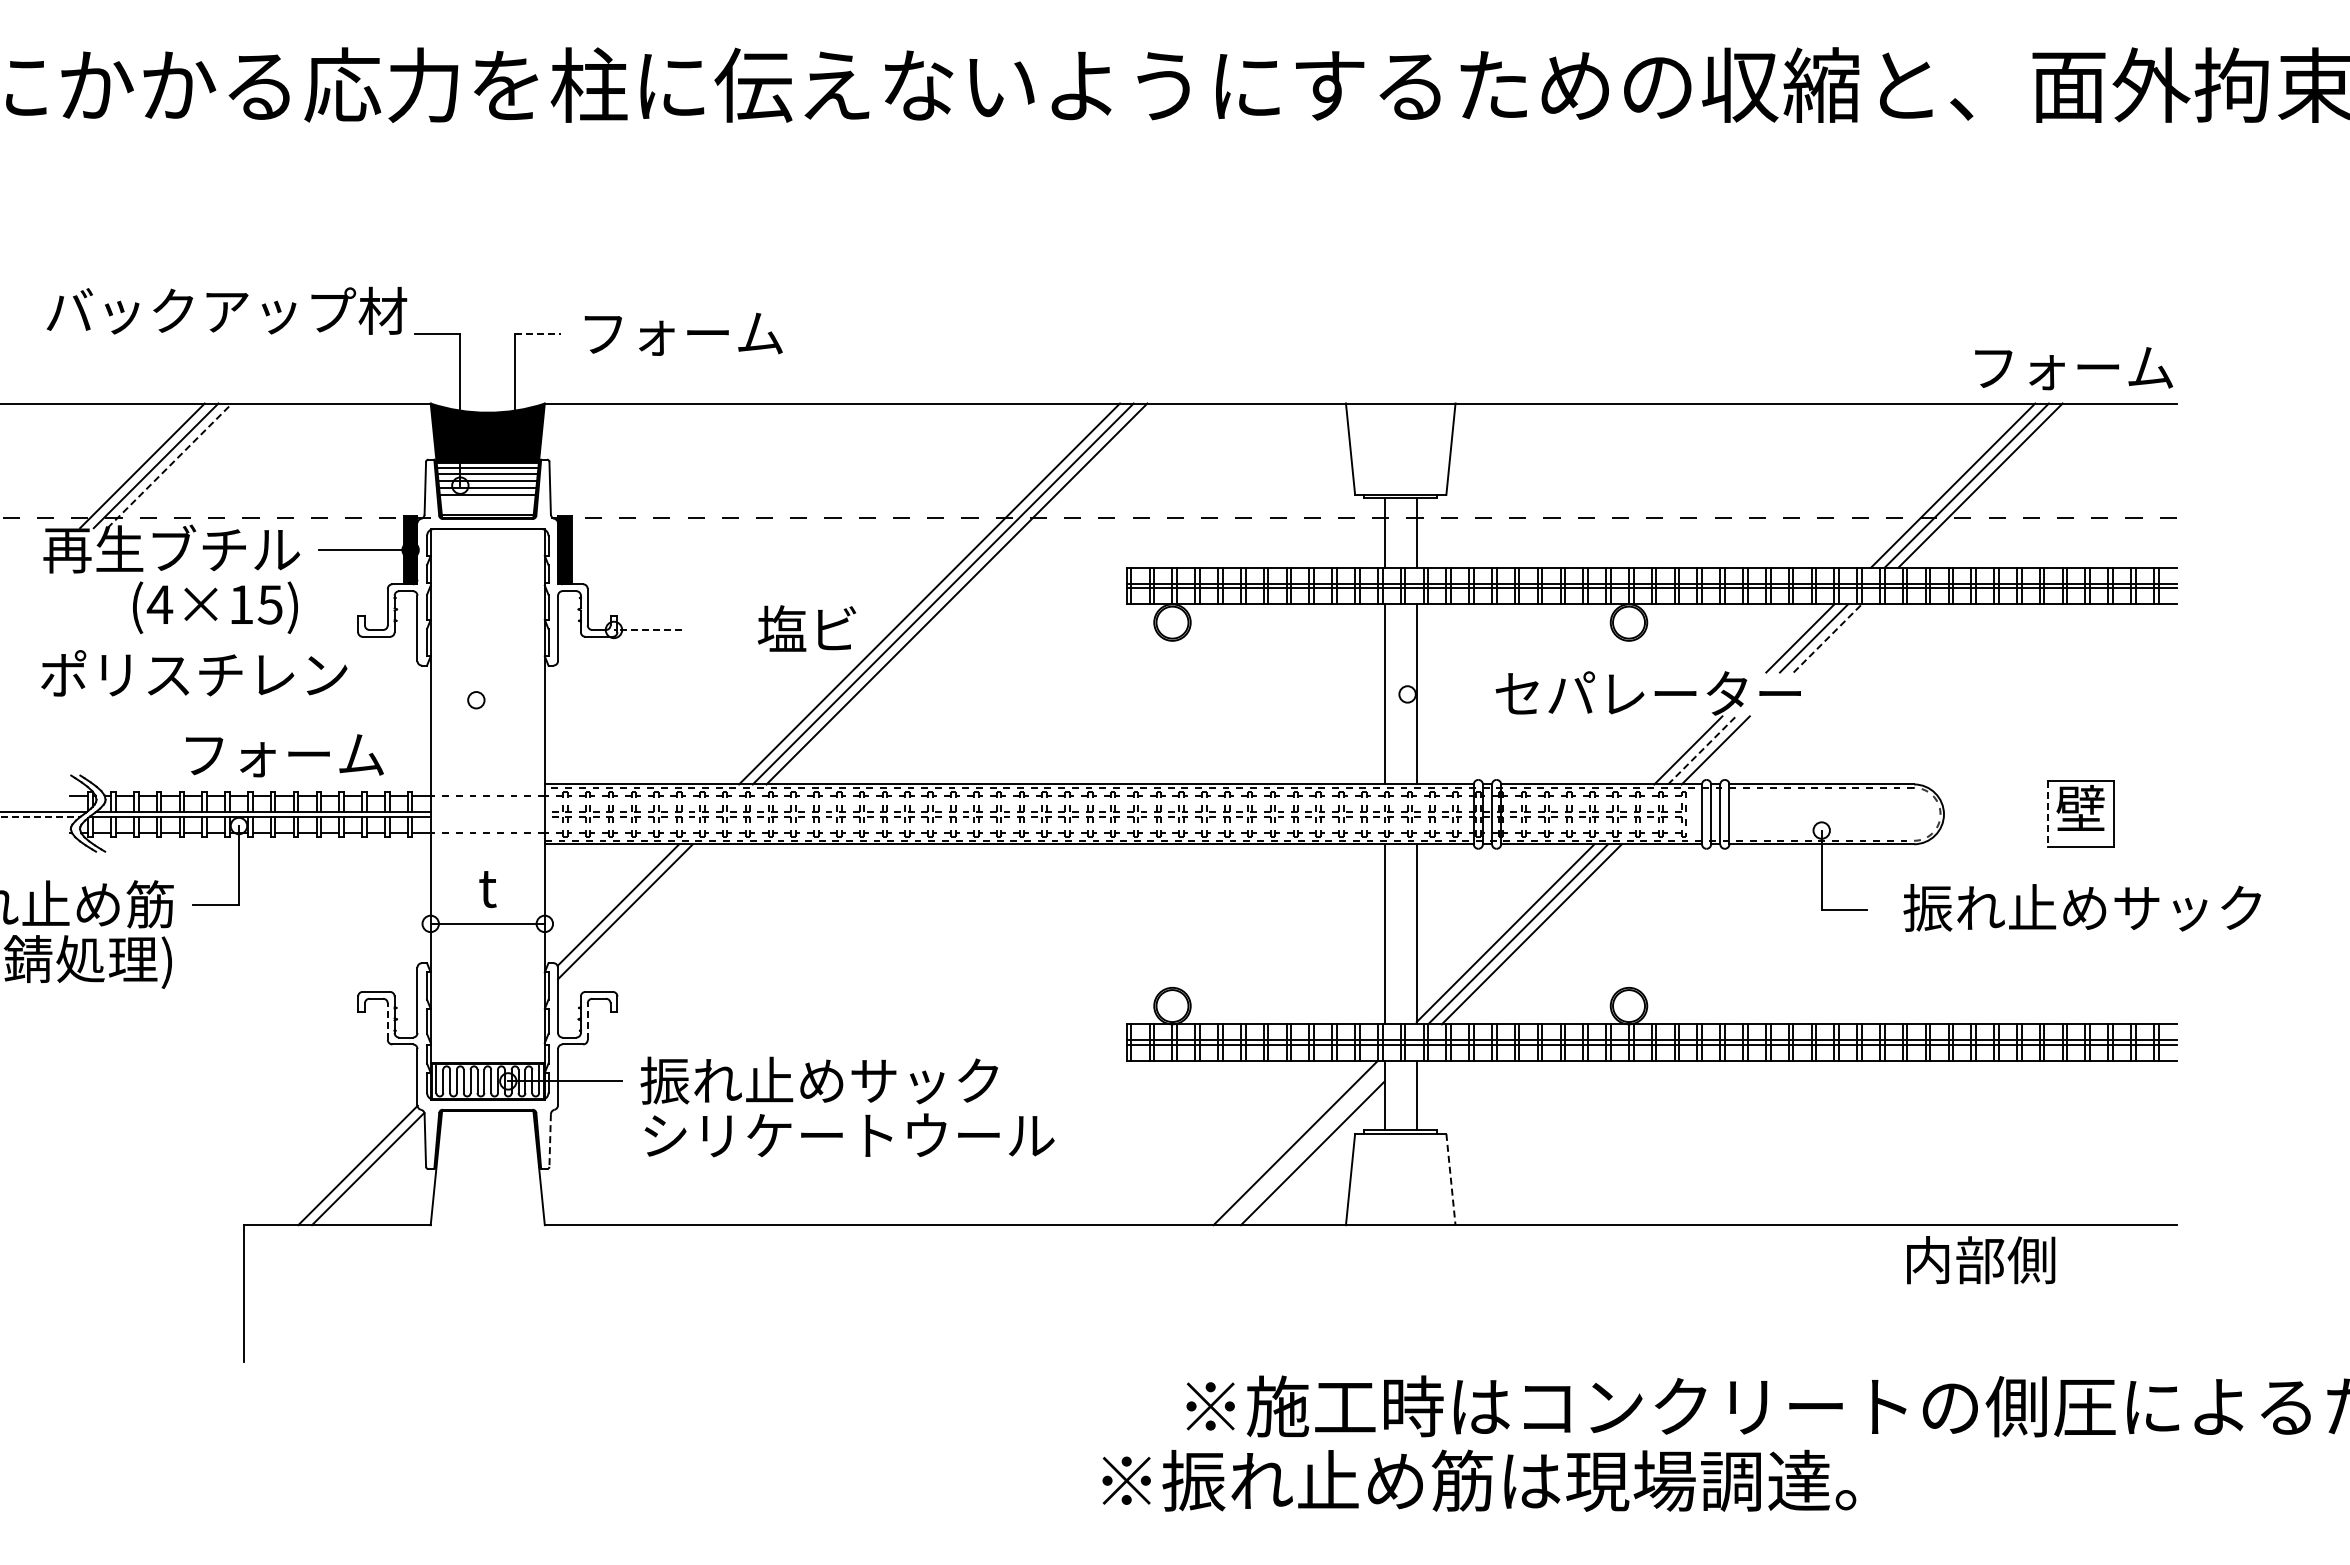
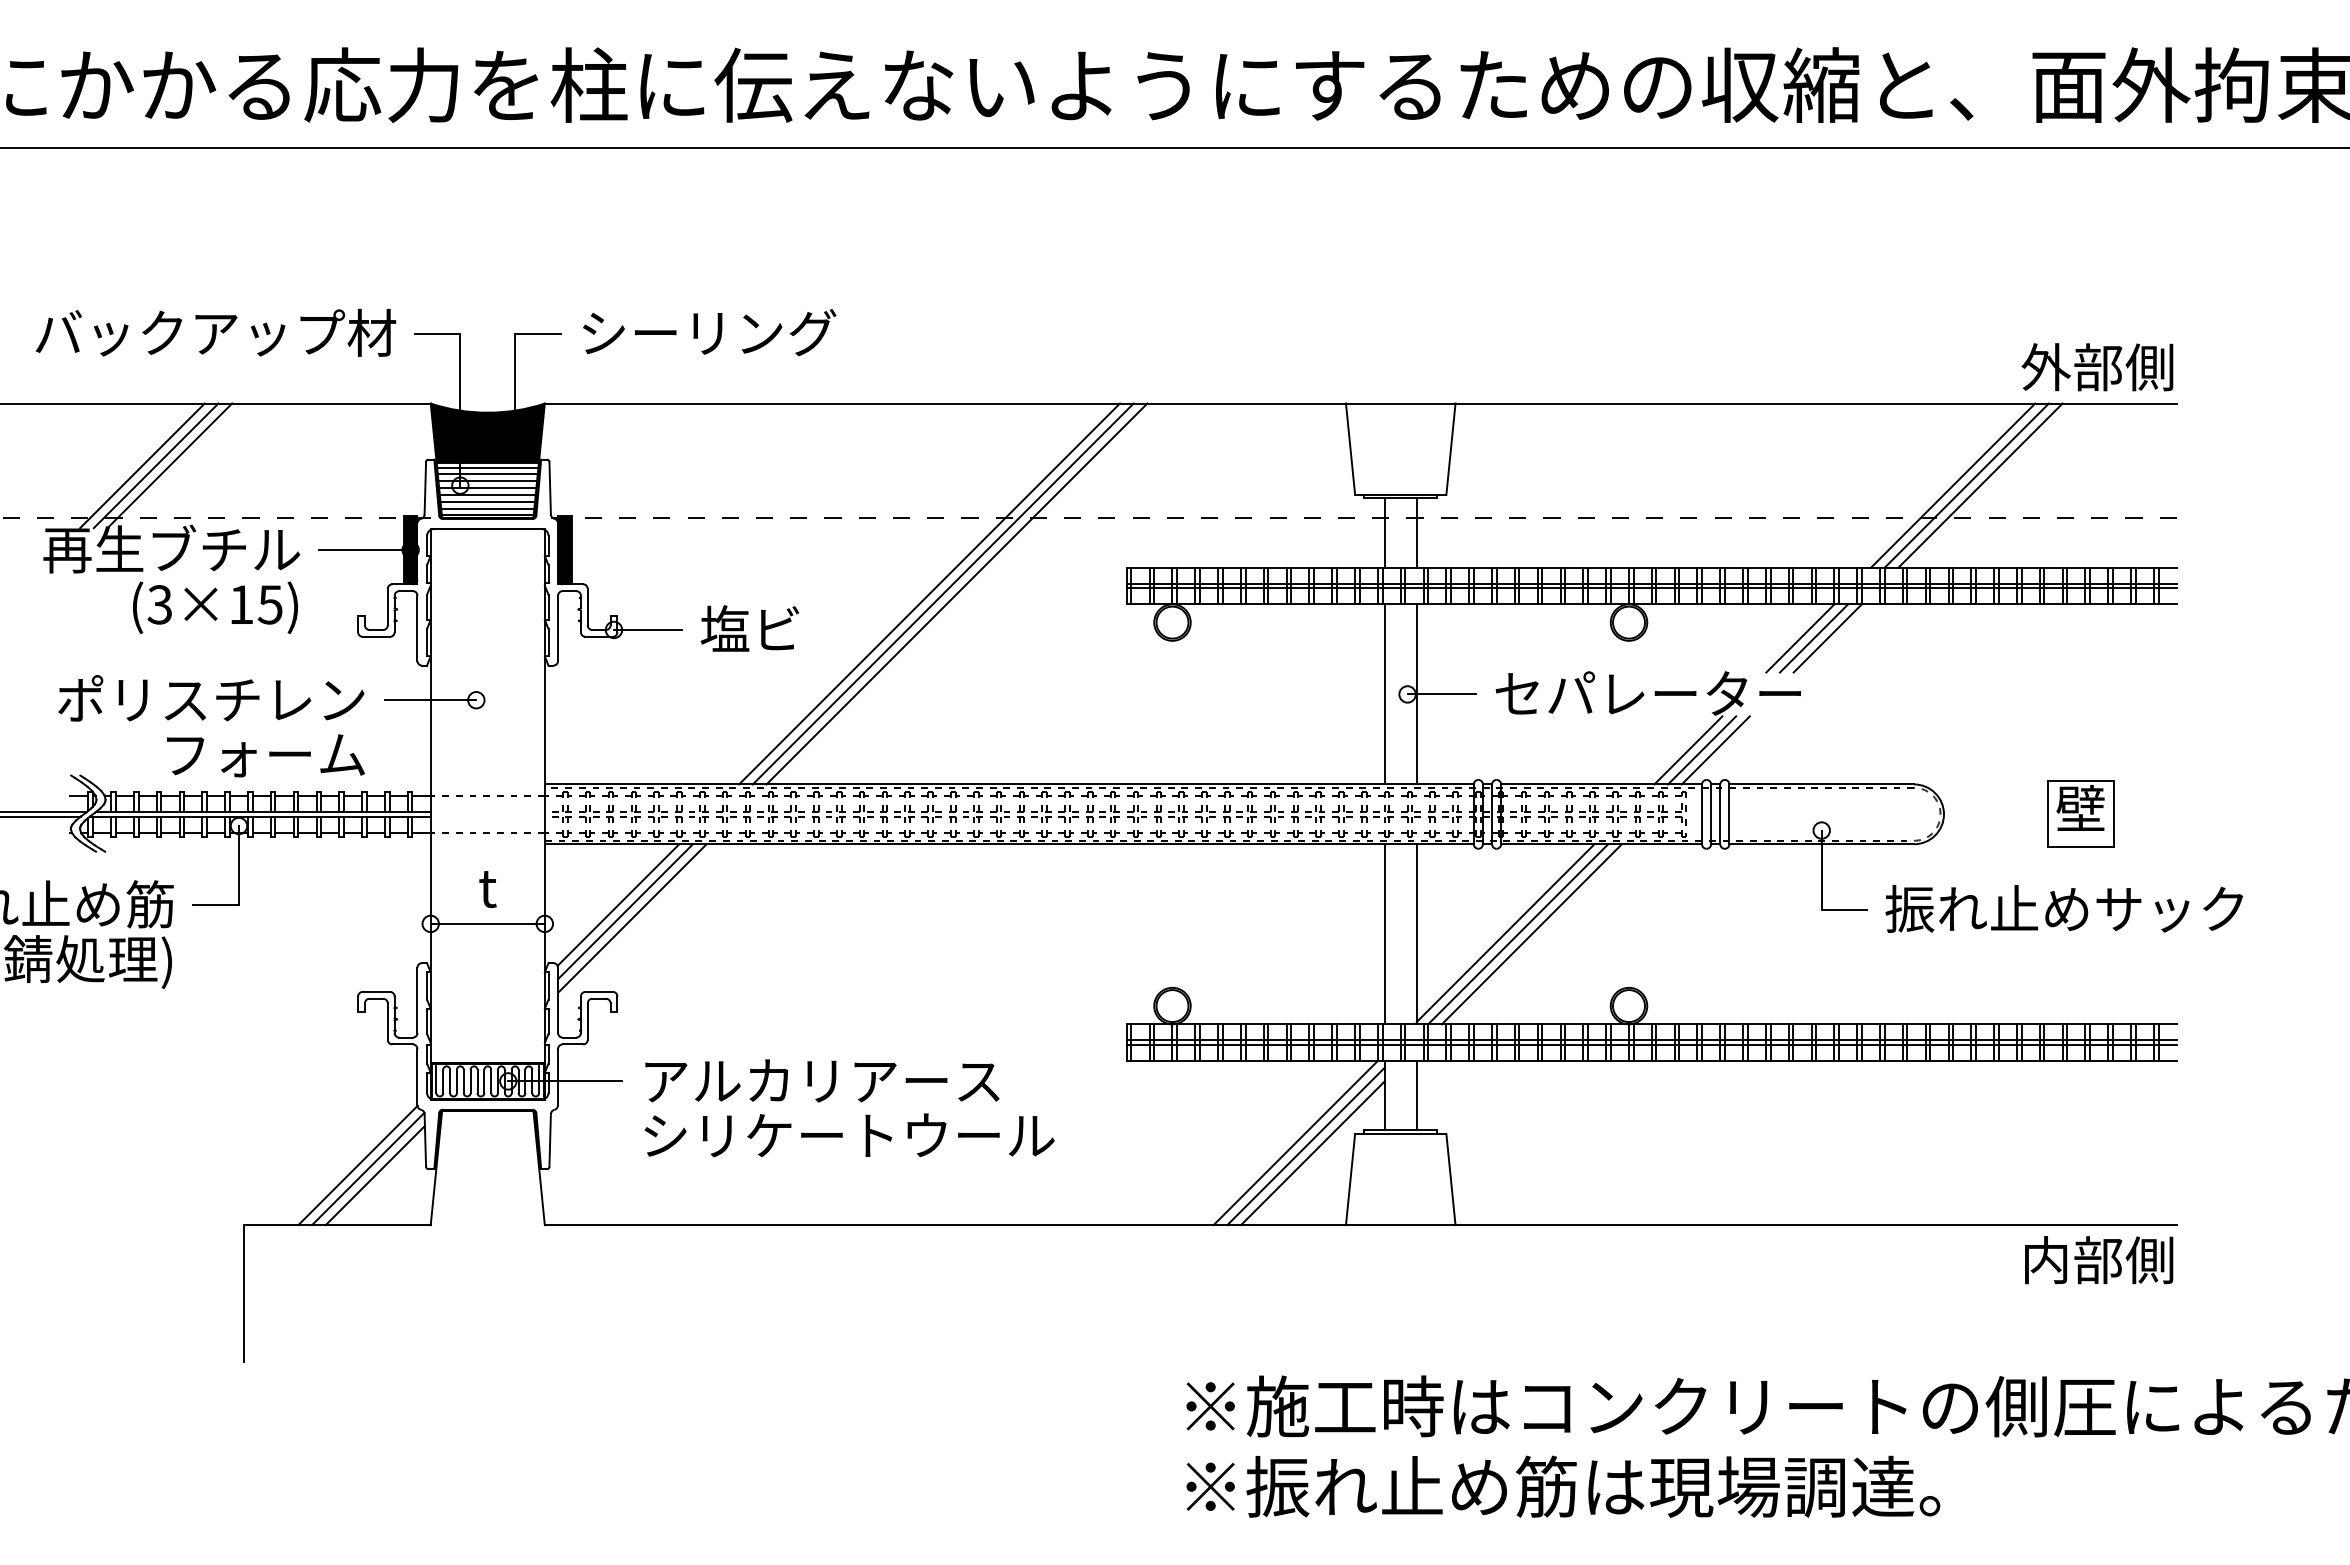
line at (1174, 147): none -> present
text at (226, 310) position: (226, 310) -> (215, 332)
text at (709, 332): フォーム -> シーリング
line at (537, 333): dashed -> solid
text at (2074, 367): フォーム -> 外部側
line at (170, 465): dashed -> solid
line at (487, 501): none -> present
line at (487, 508): none -> present
text at (159, 604): (4×15) -> (3×15)
text at (806, 628) position: (806, 628) -> (749, 628)
line at (647, 629): dashed -> solid
line at (1828, 638): dashed -> solid
text at (194, 673) position: (194, 673) -> (211, 698)
line at (1441, 694): none -> present
line at (430, 700): none -> present
line at (1702, 750): dashed -> solid
text at (284, 755) position: (284, 755) -> (265, 755)
line at (2048, 814): dashed -> solid
line at (41, 816): dashed -> solid
text at (2082, 907) position: (2082, 907) -> (2064, 908)
line at (632, 918): none -> present
line at (387, 1021): dashed -> solid
line at (587, 1021): dashed -> solid
text at (819, 1080): 振れ止めサック -> アルカリアース
line at (550, 1141): dashed -> solid
line at (1305, 1146): none -> present
line at (374, 1175): none -> present
line at (1450, 1179): dashed -> solid
text at (1981, 1260) position: (1981, 1260) -> (2099, 1260)
text at (1479, 1480) position: (1479, 1480) -> (1563, 1486)
